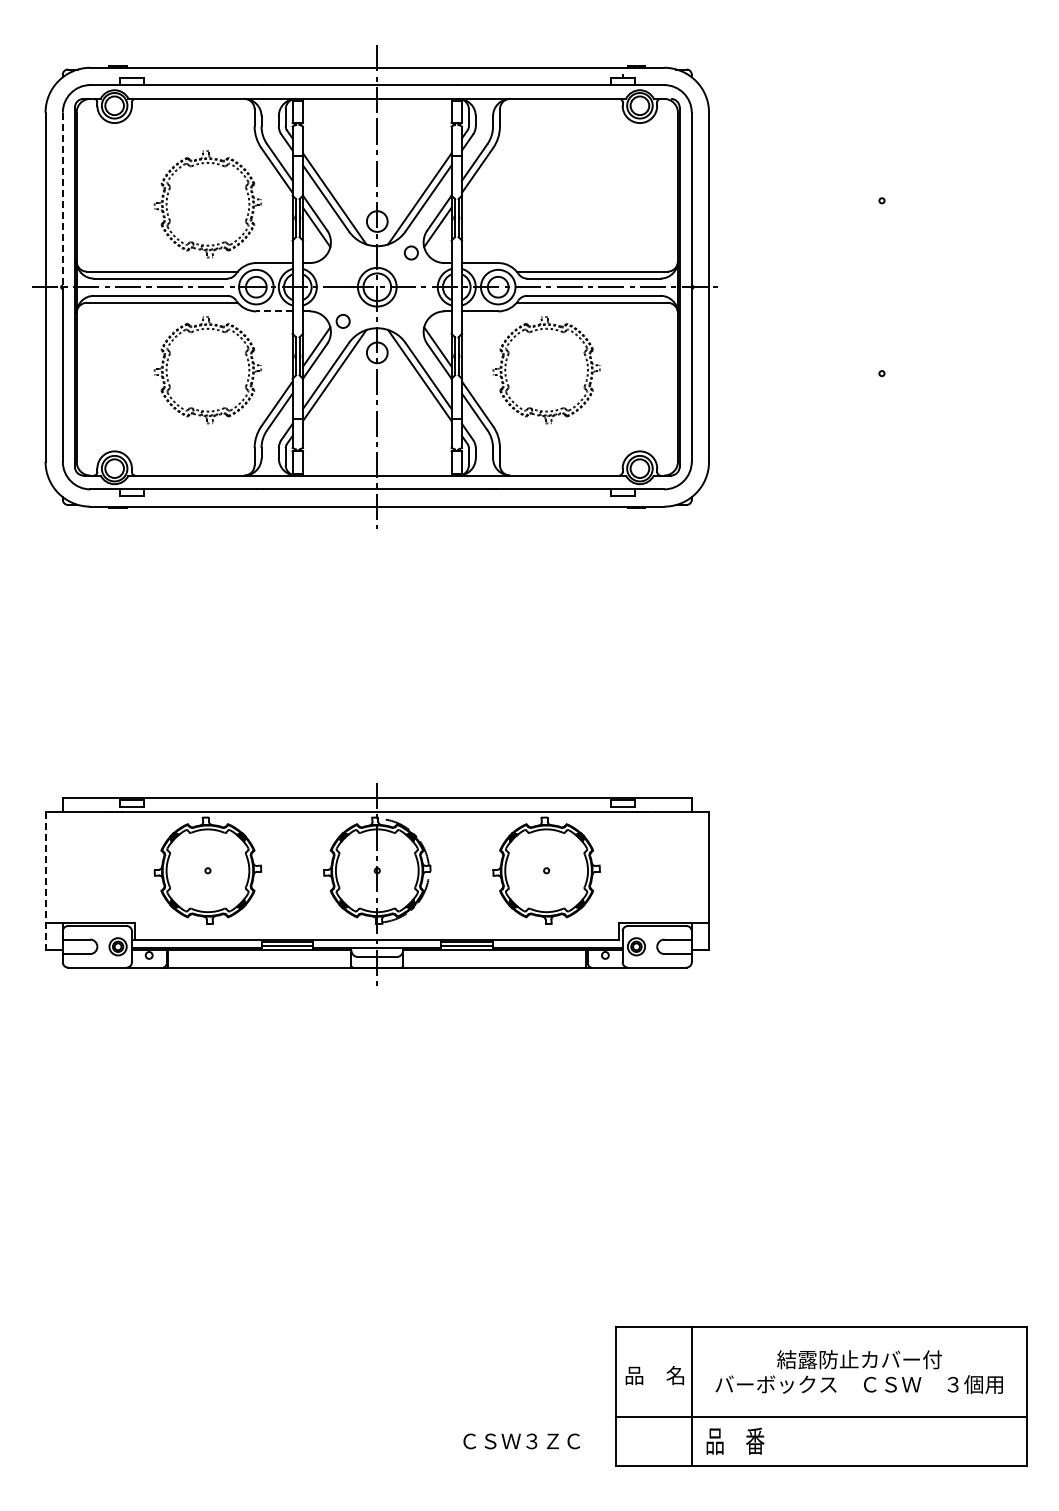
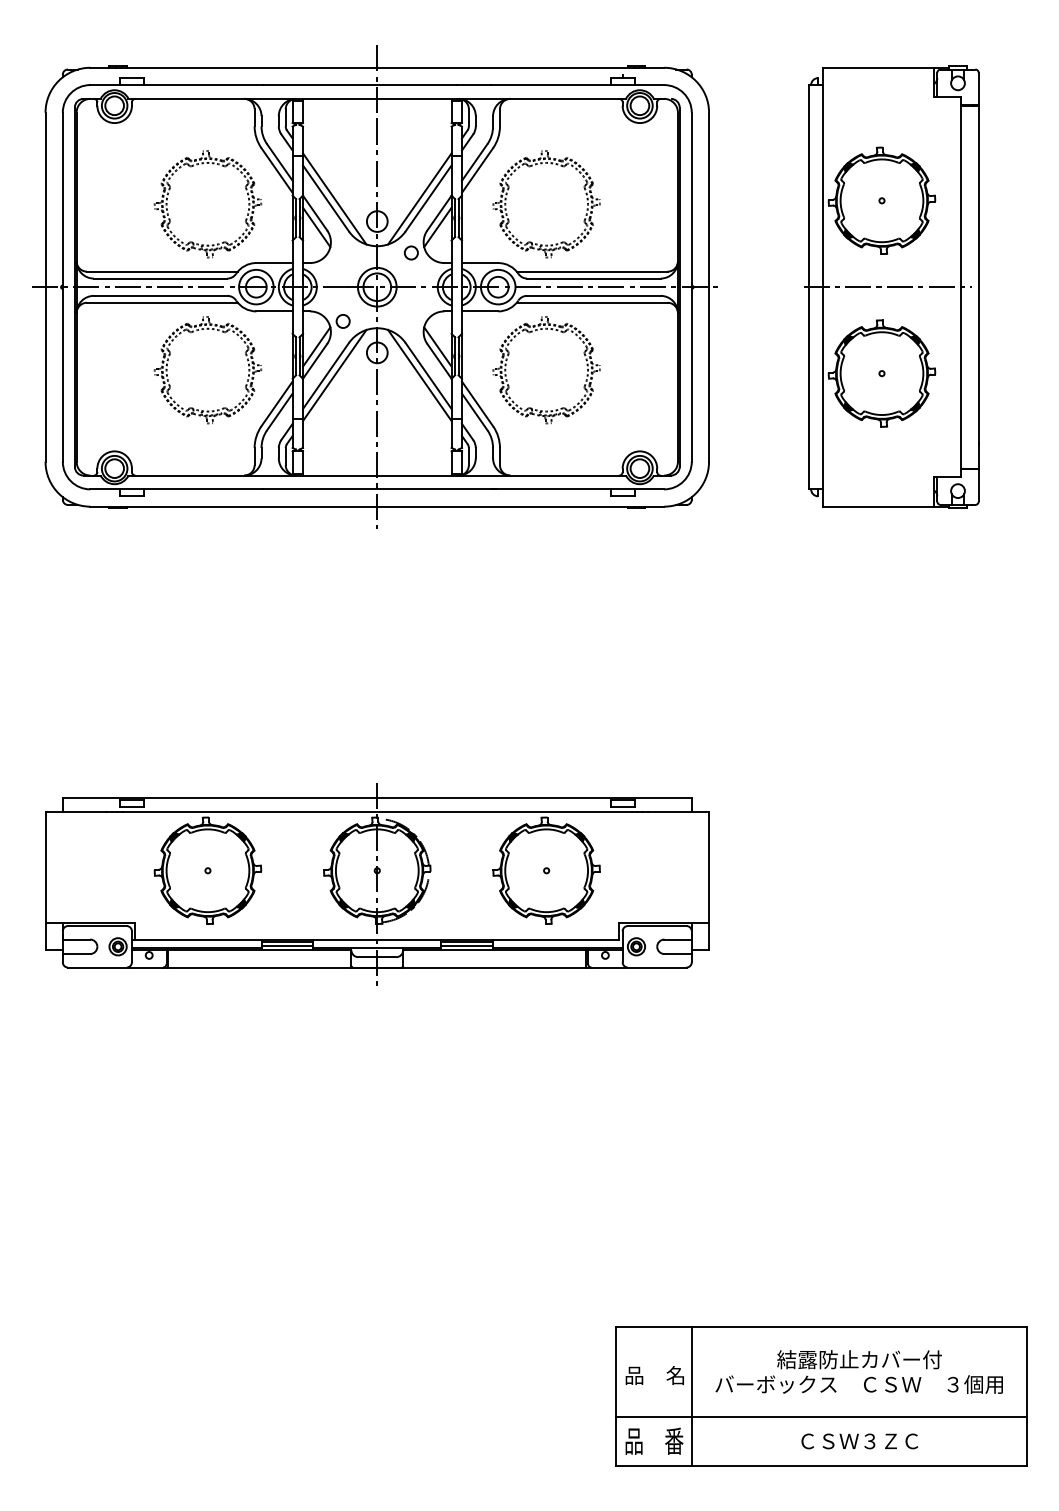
line at (62, 200): dashed -> solid
part at (509, 219): none -> present
part at (891, 286): none -> present
line at (274, 311): dashed -> solid
line at (45, 881): dashed -> solid
text at (735, 1440) position: (735, 1440) -> (654, 1440)
text at (521, 1441) position: (521, 1441) -> (859, 1441)
